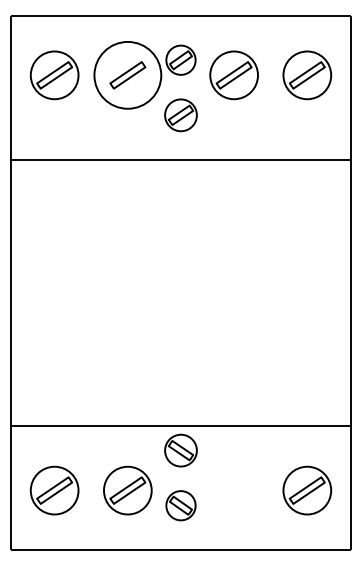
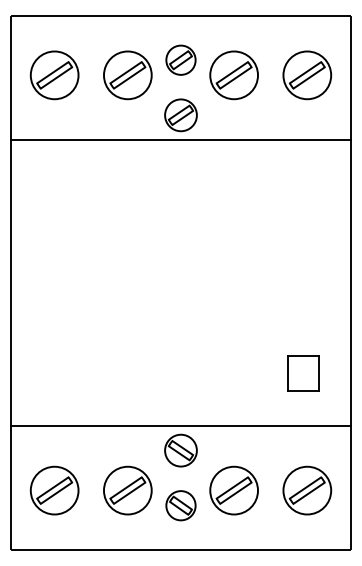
circle at (127, 74) diameter: 67 px -> 48 px
line at (180, 159) position: (180, 159) -> (180, 139)
part at (303, 373): none -> present
part at (233, 490): none -> present
